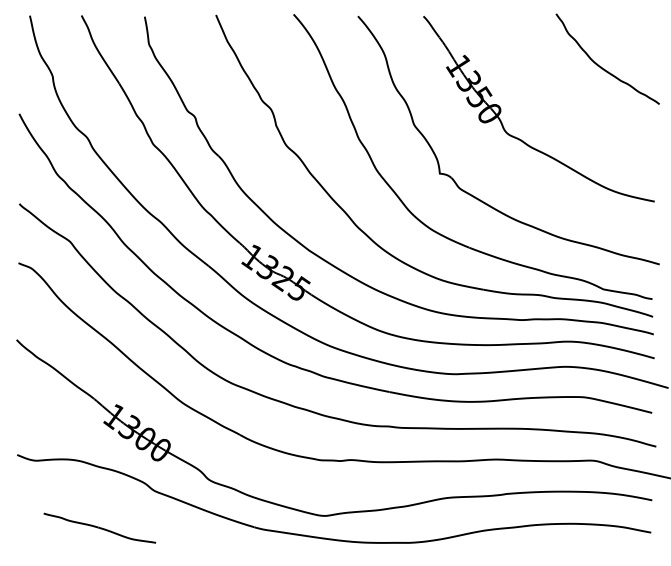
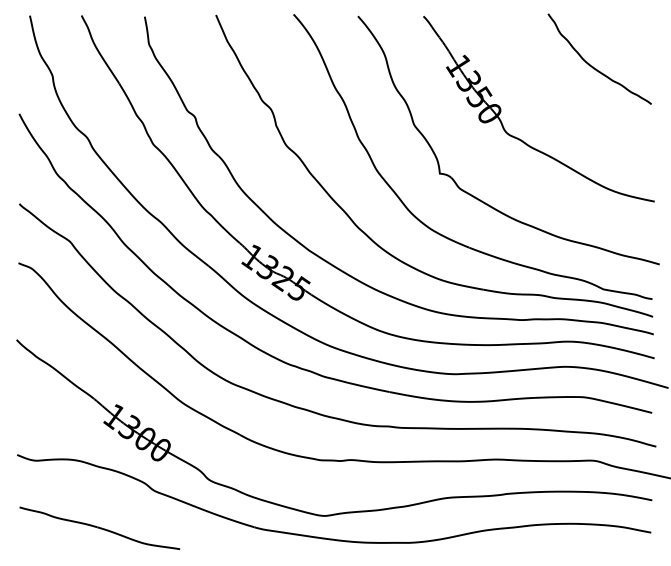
curve at (601, 66) position: (601, 66) -> (593, 66)
part at (99, 527) size: 114x32 px -> 162x44 px
